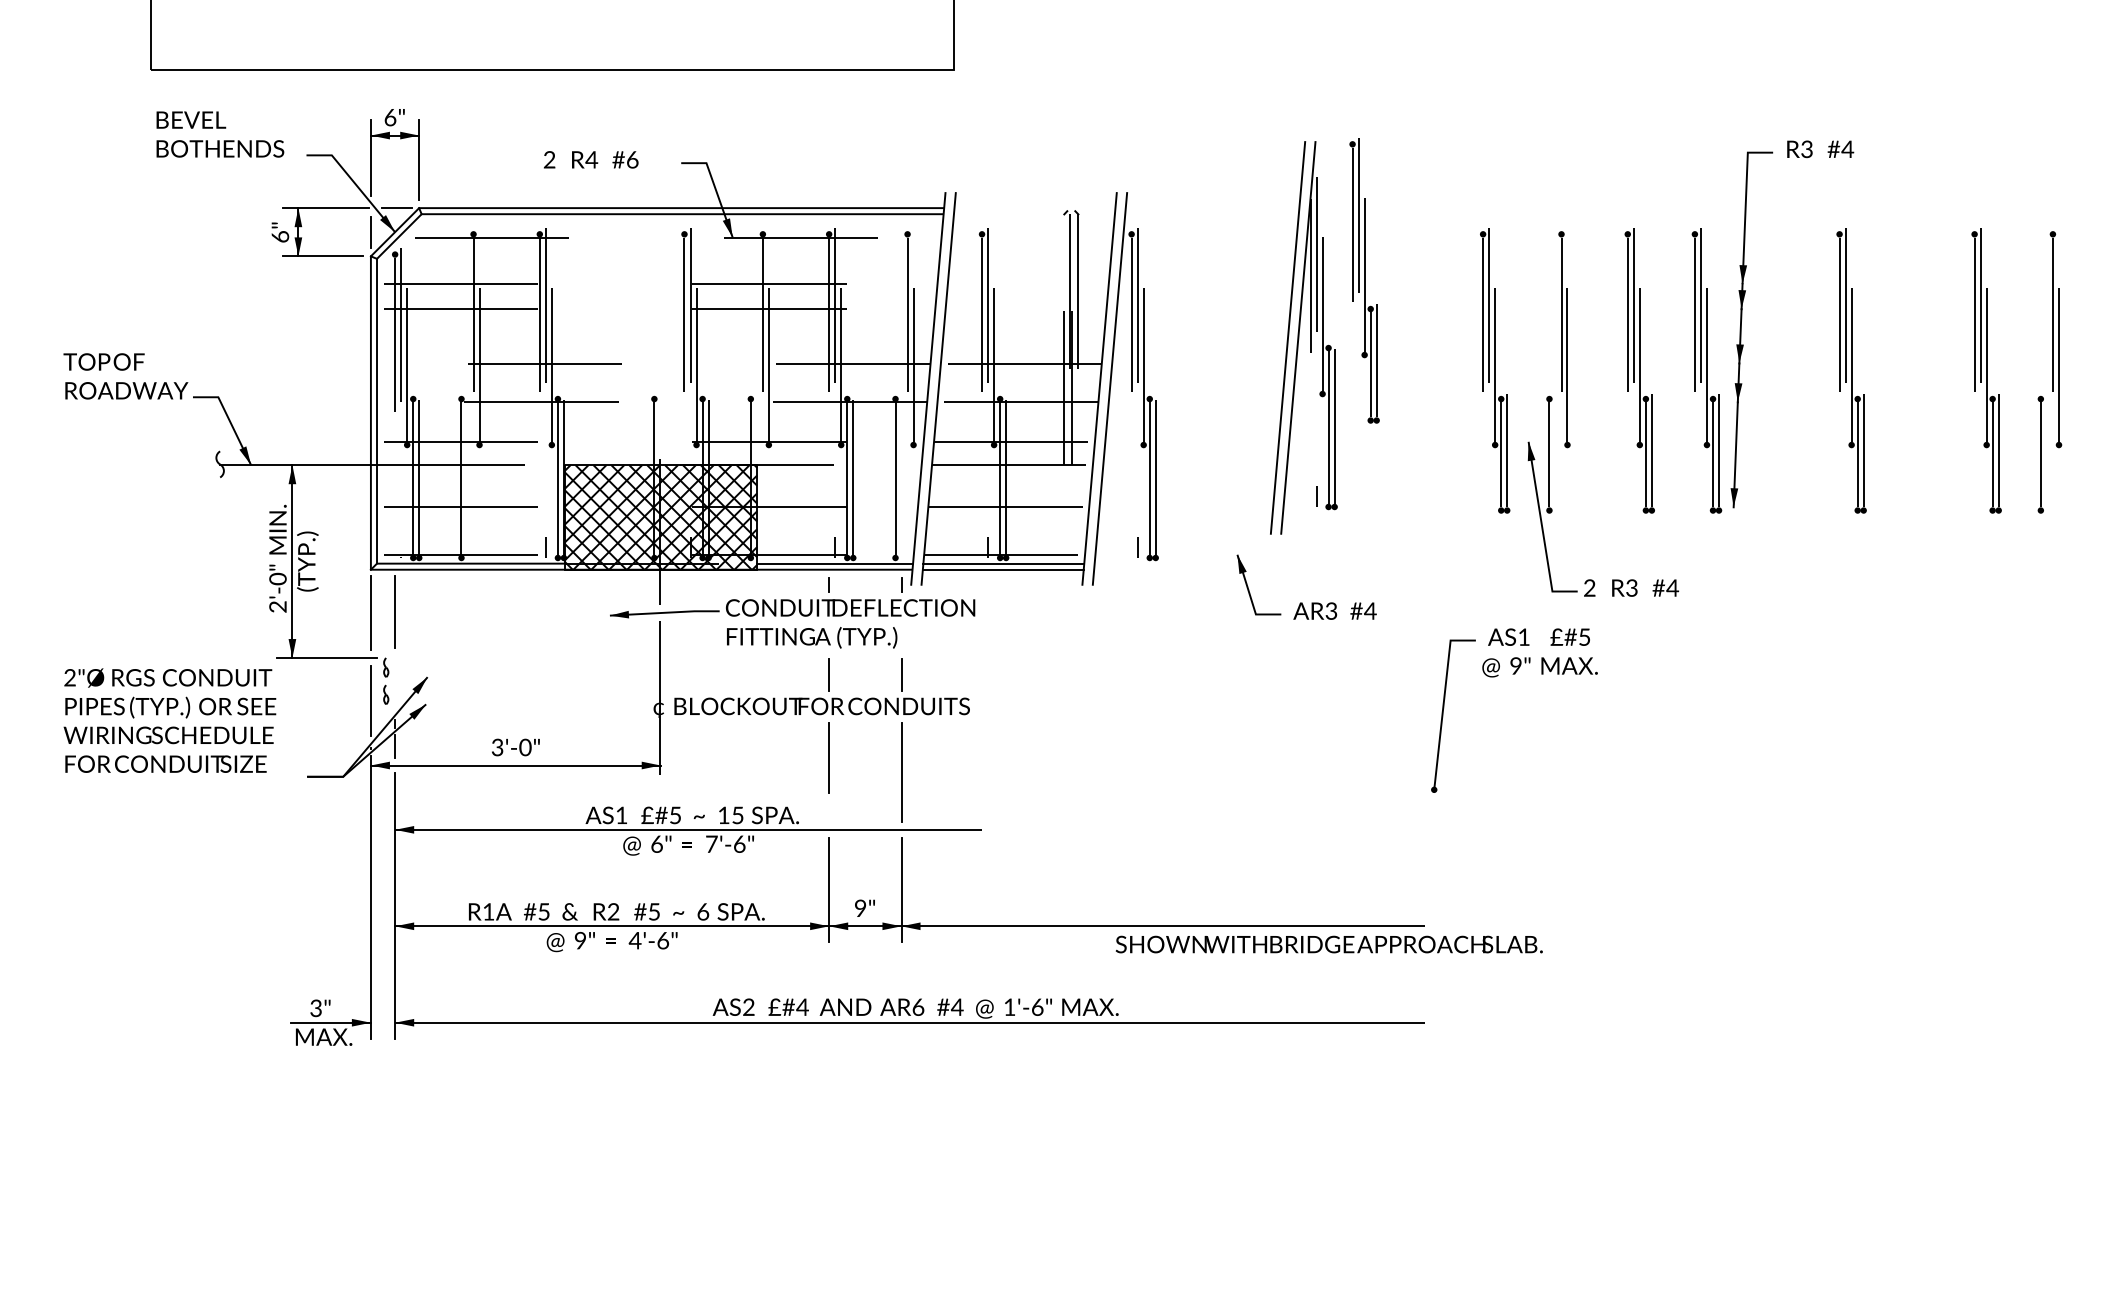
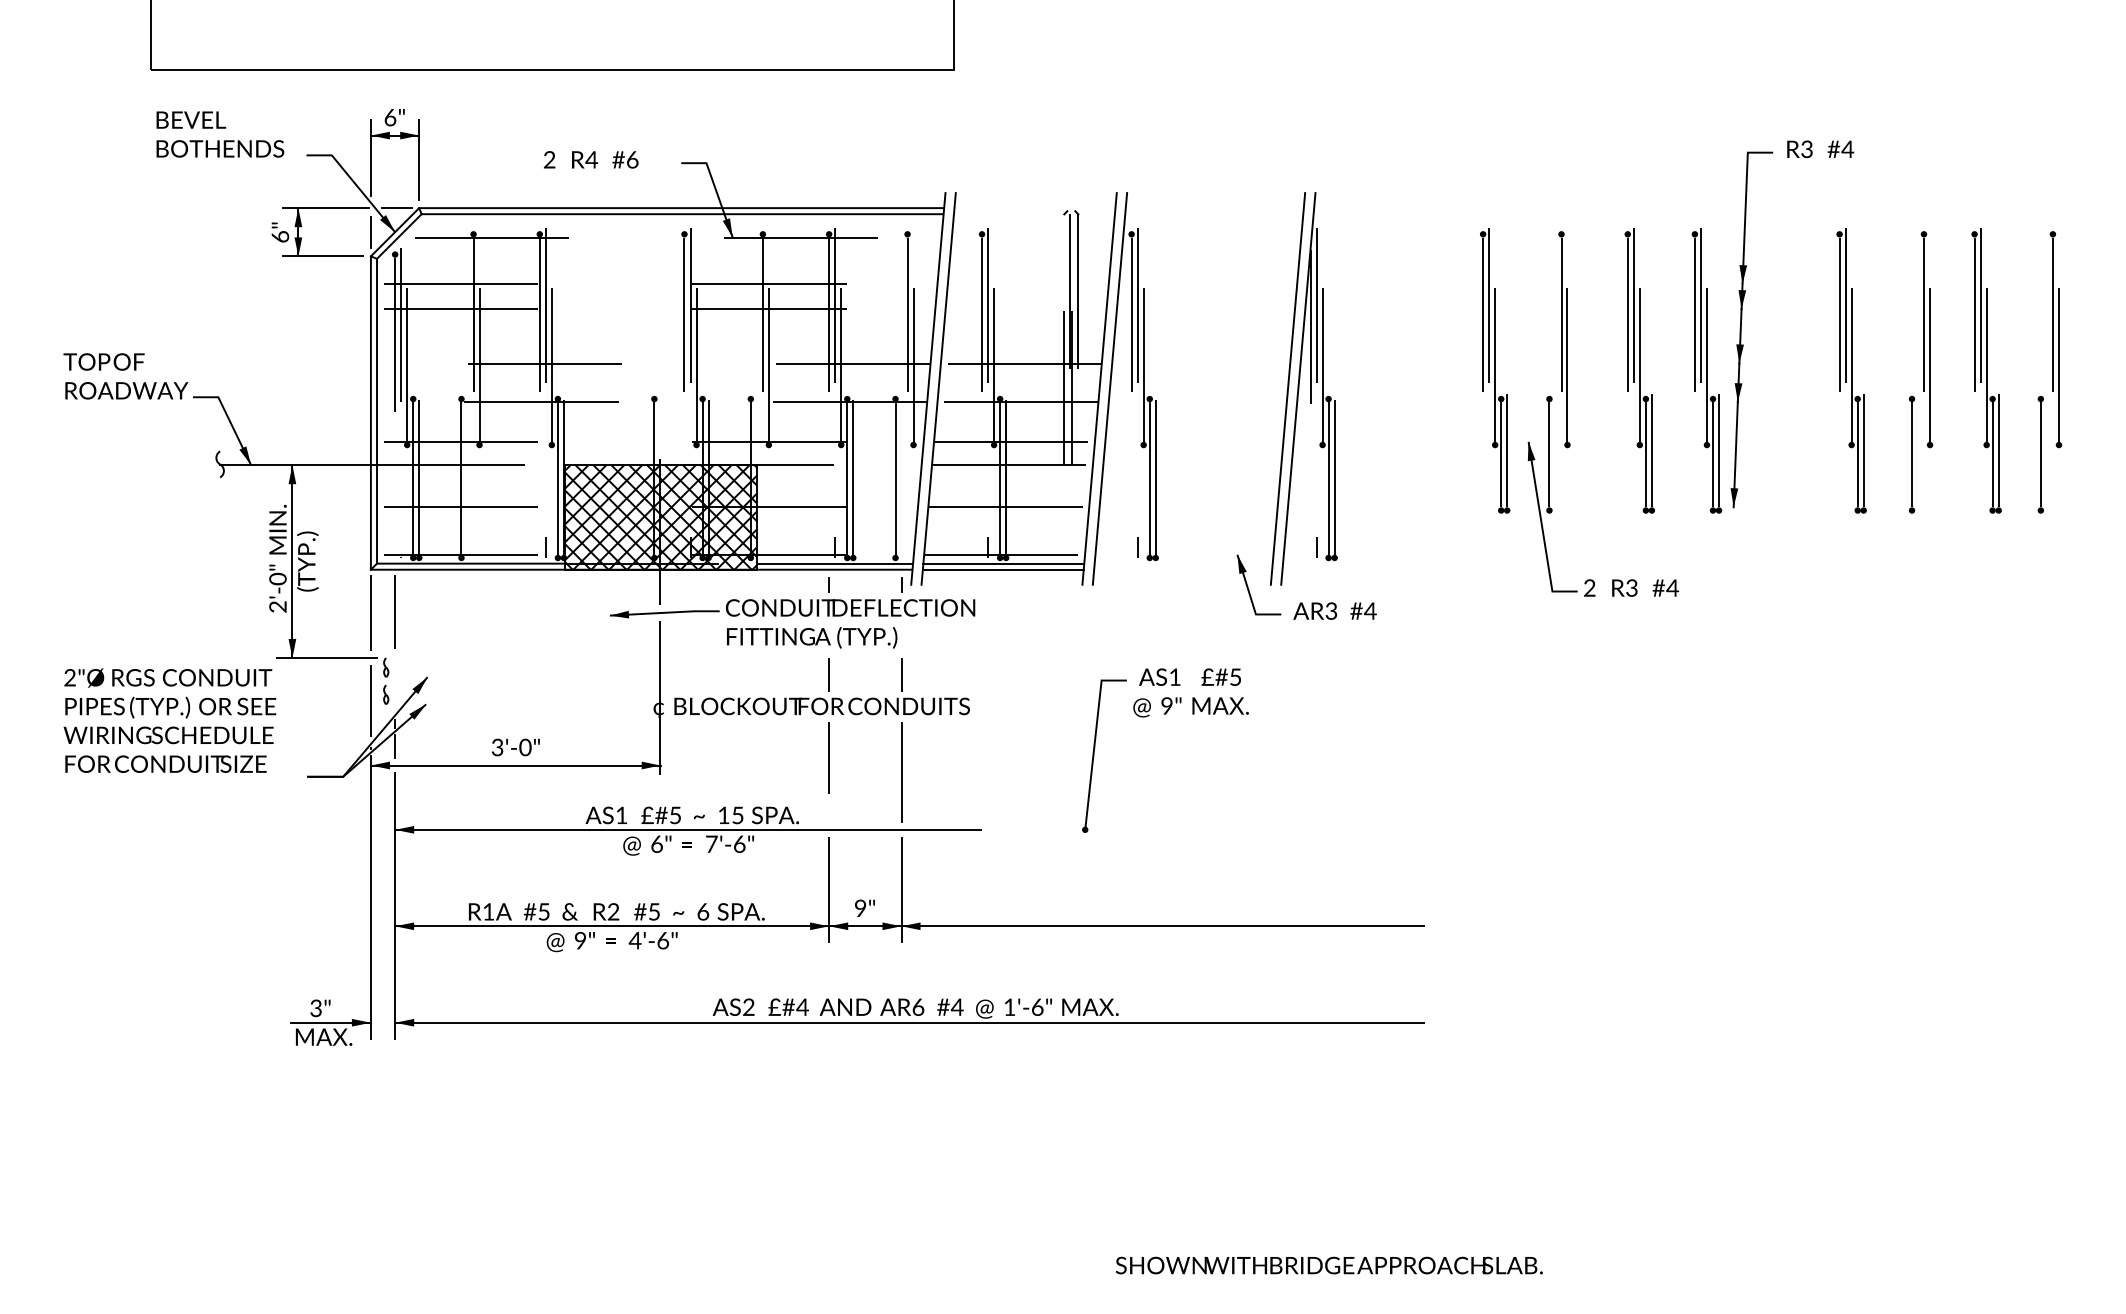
part at (1364, 280): present -> none
part at (1303, 337) position: (1303, 337) -> (1303, 388)
part at (1920, 372): none -> present
part at (1514, 674) position: (1514, 674) -> (1165, 714)
text at (1328, 944) position: (1328, 944) -> (1328, 1265)
